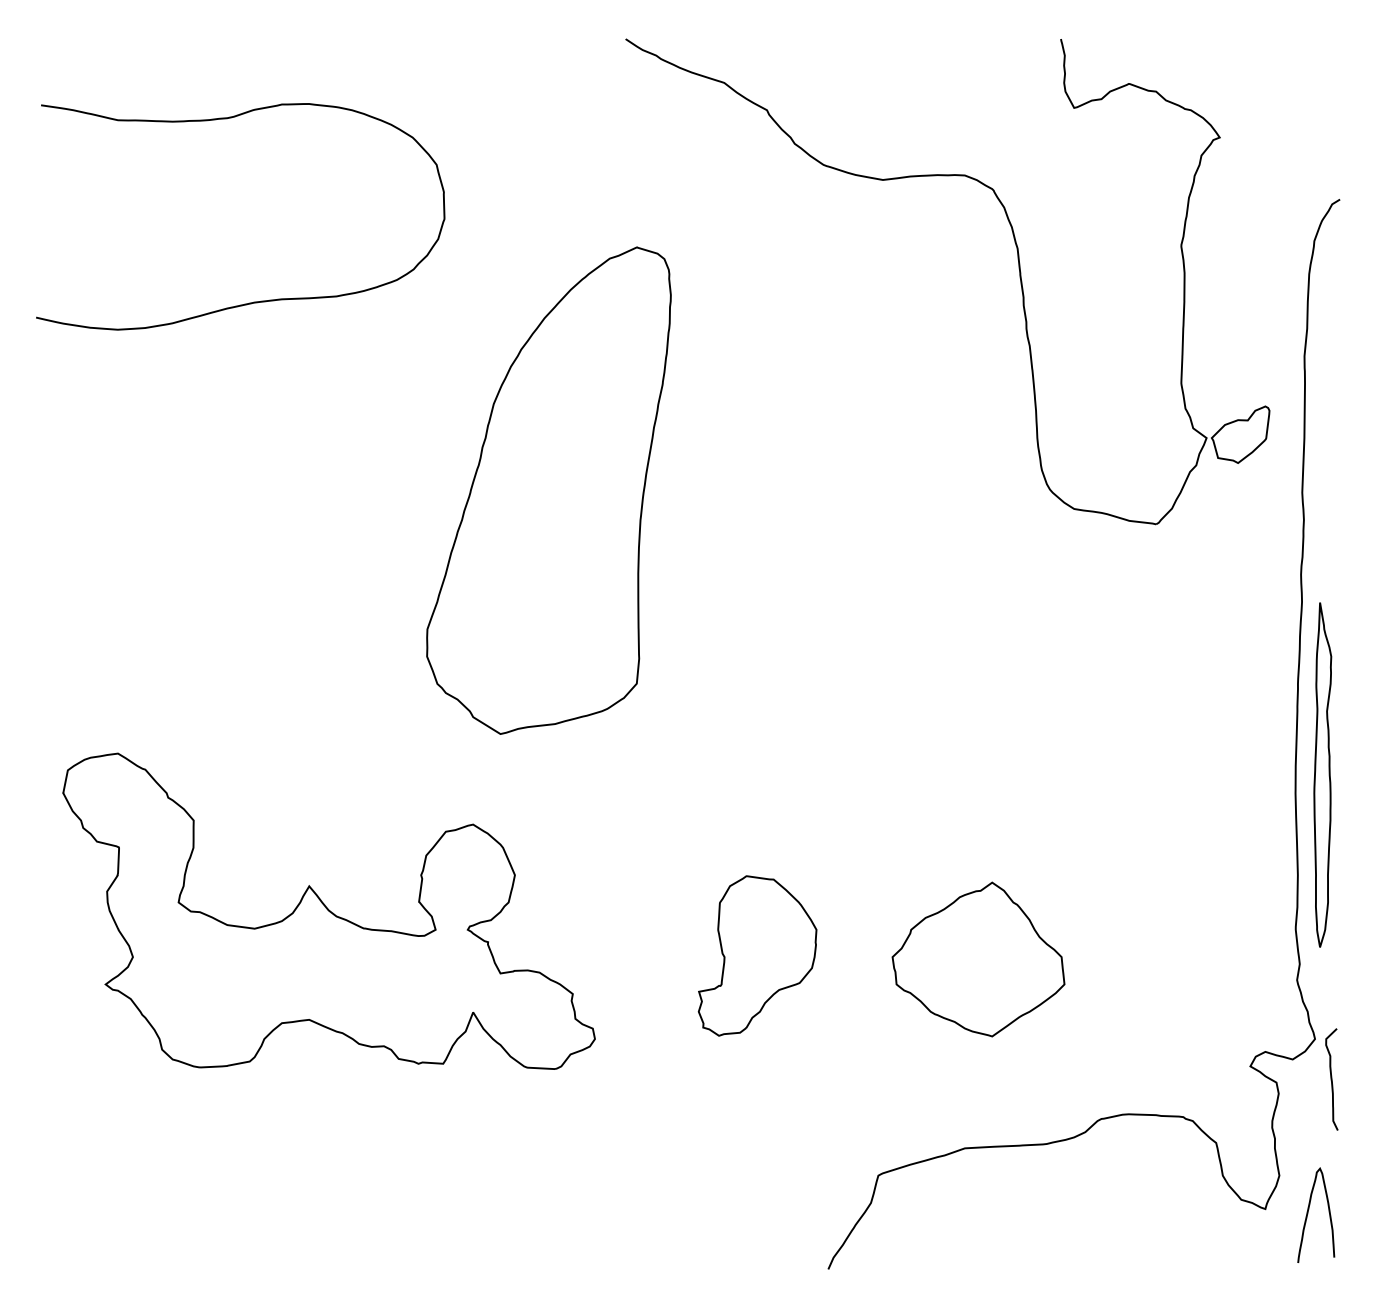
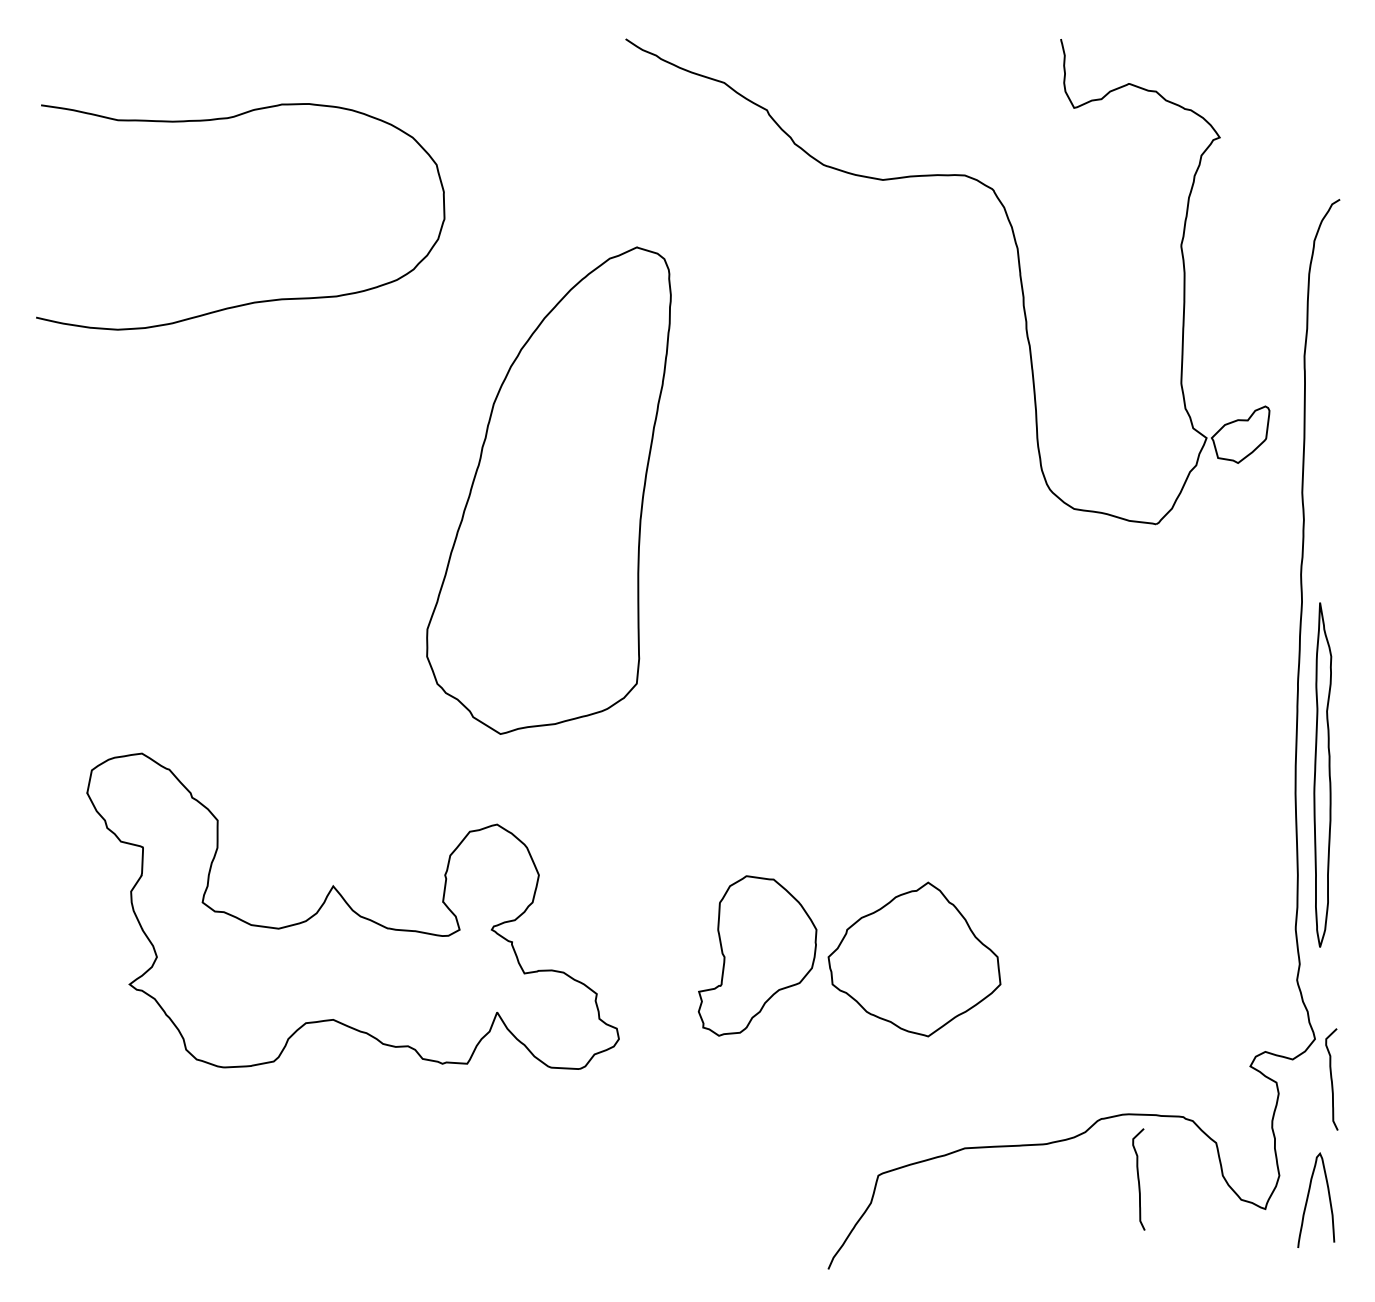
part at (328, 910) position: (328, 910) -> (352, 910)
part at (978, 959) position: (978, 959) -> (914, 959)
curve at (1138, 1179): none -> present
curve at (1308, 1214) position: (1308, 1214) -> (1308, 1199)
